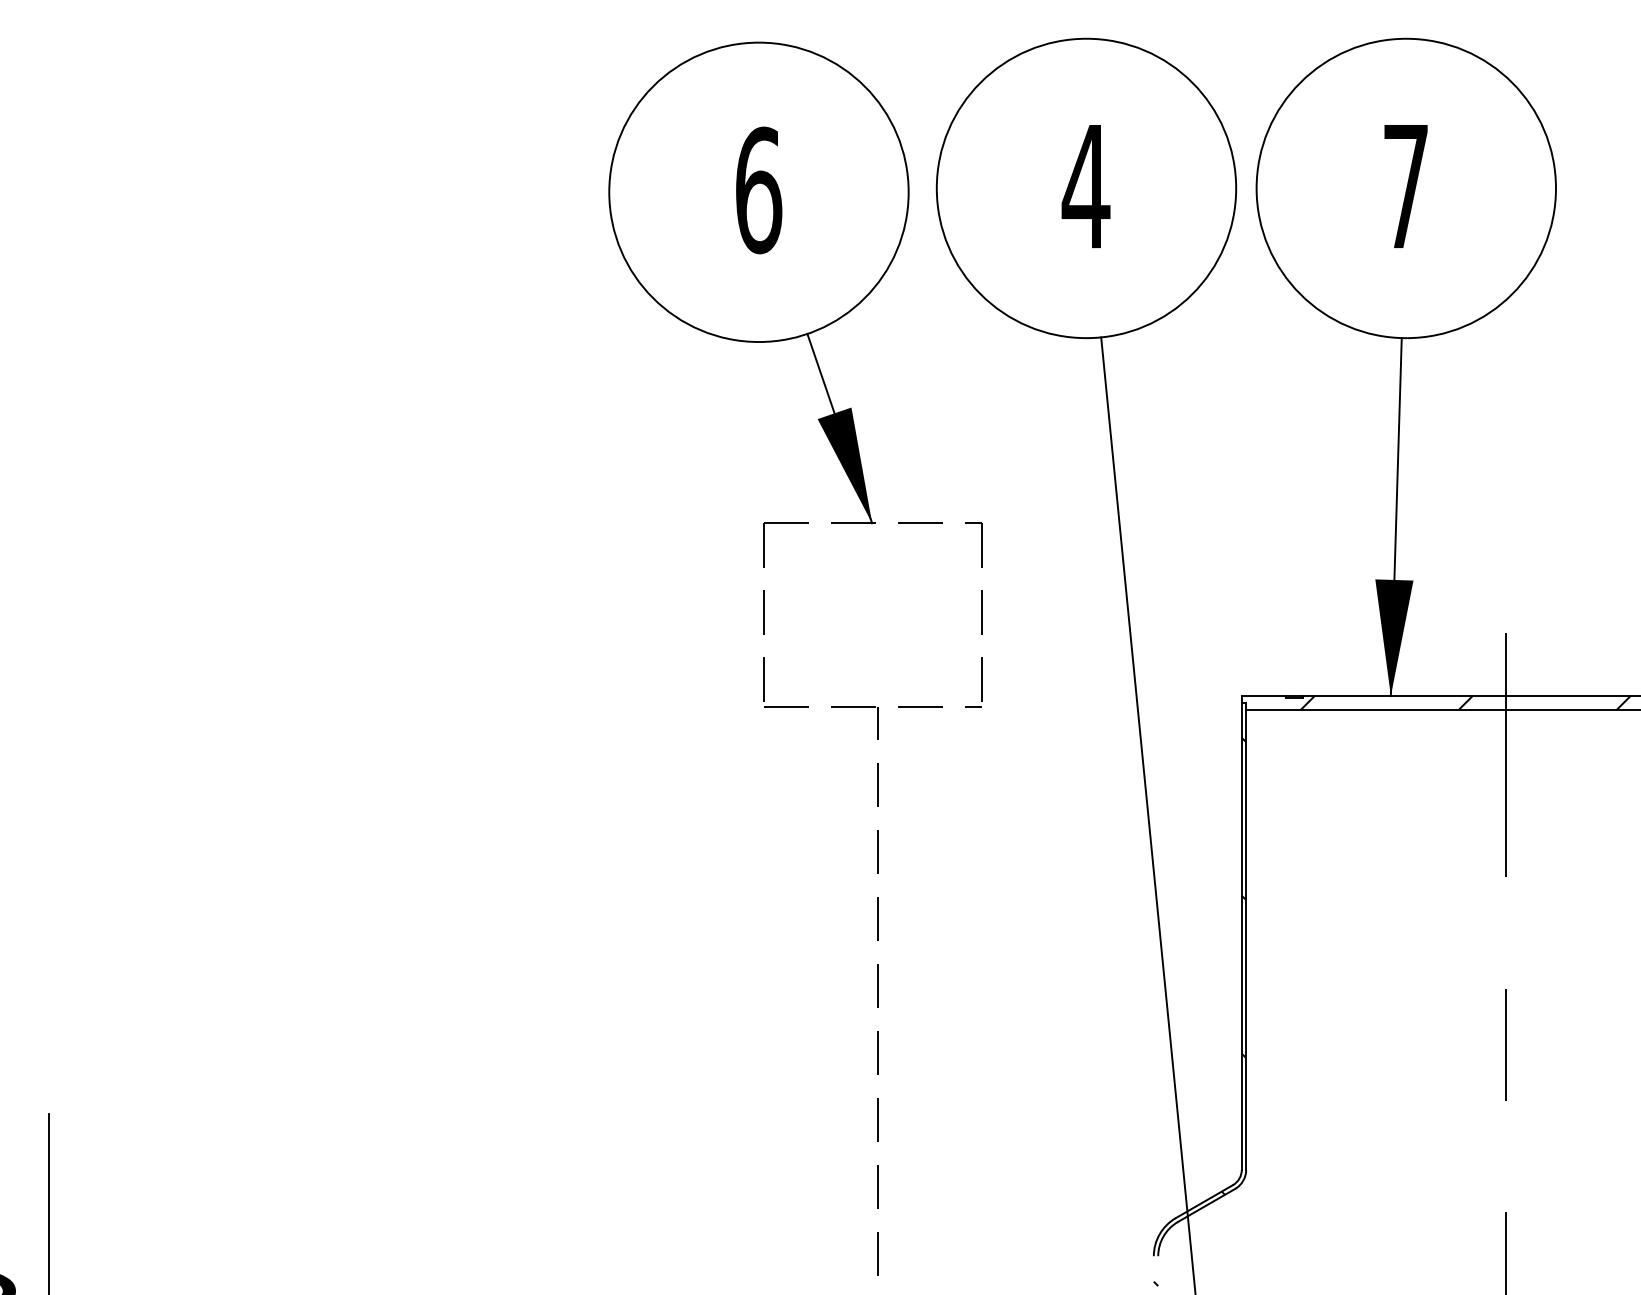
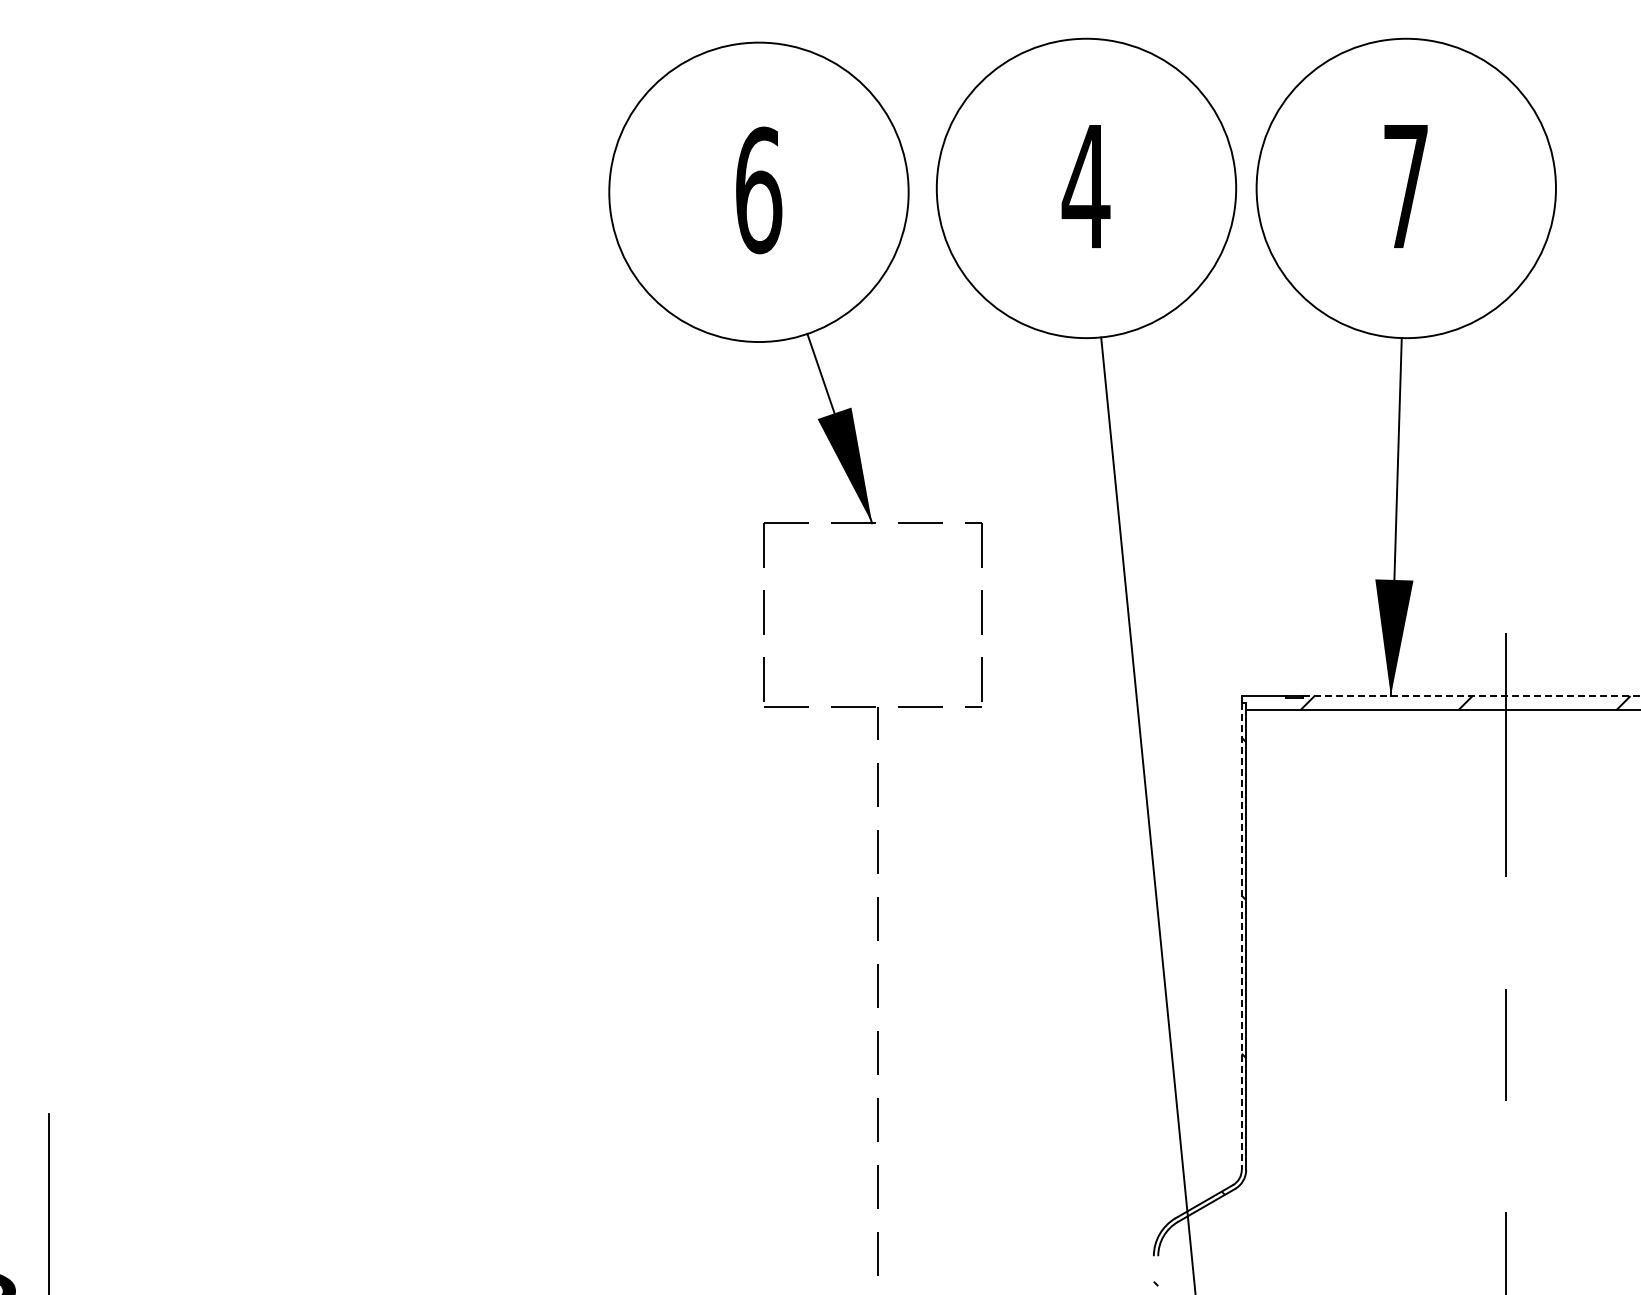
line at (1472, 696): solid -> dashed
line at (1241, 937): solid -> dashed
